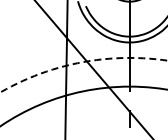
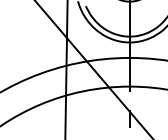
circle at (83, 74): dashed -> solid
